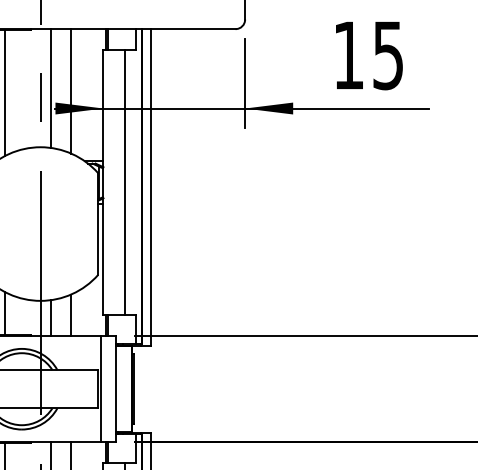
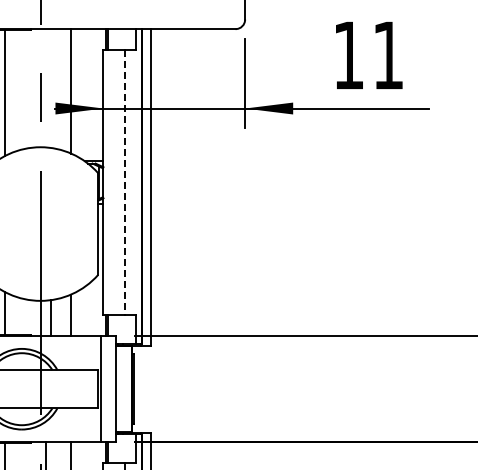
text at (387, 55): 15 -> 11
line at (51, 88): present -> none
line at (125, 182): solid -> dashed
line at (51, 454) position: (51, 454) -> (46, 454)
